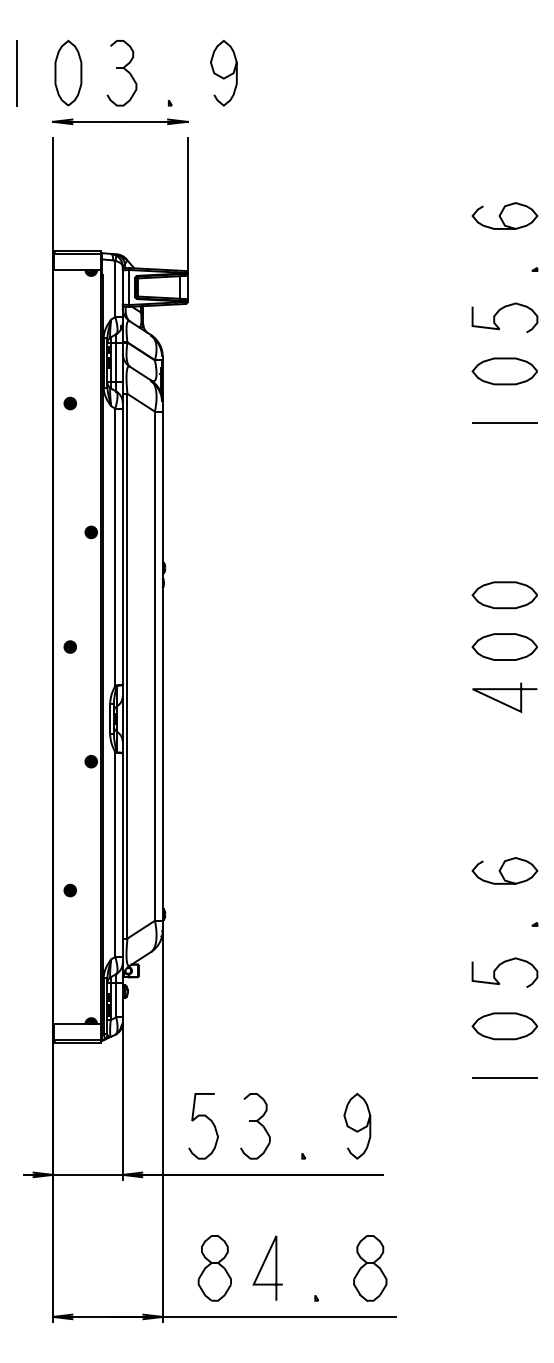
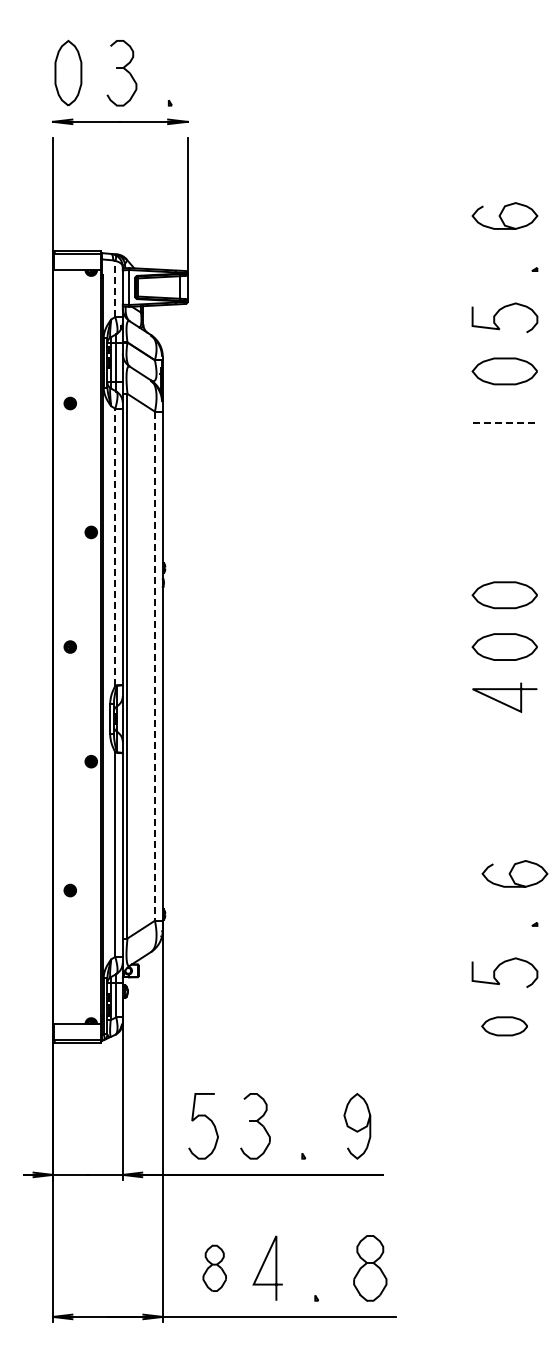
line at (16, 72): present -> none
curve at (222, 76): present -> none
line at (115, 288): solid -> dashed
line at (505, 423): solid -> dashed
line at (115, 547): solid -> dashed
line at (154, 666): solid -> dashed
curve at (501, 869) position: (501, 869) -> (511, 872)
part at (504, 1026) size: 67x29 px -> 47x21 px
line at (504, 1078): present -> none
part at (214, 1268) size: 35x67 px -> 25x48 px
